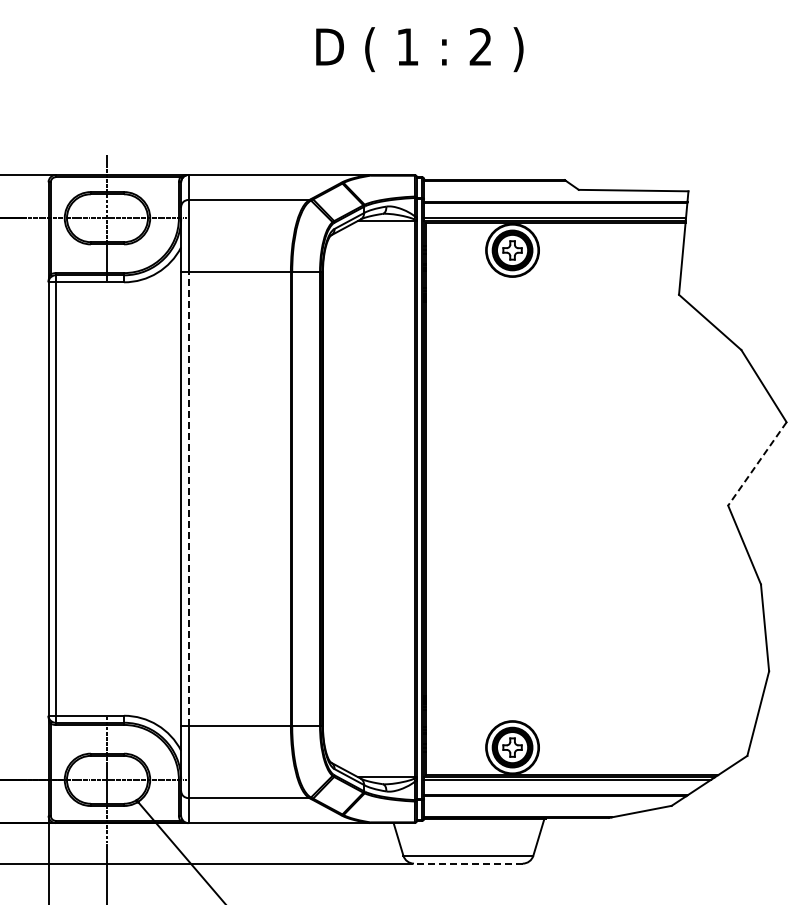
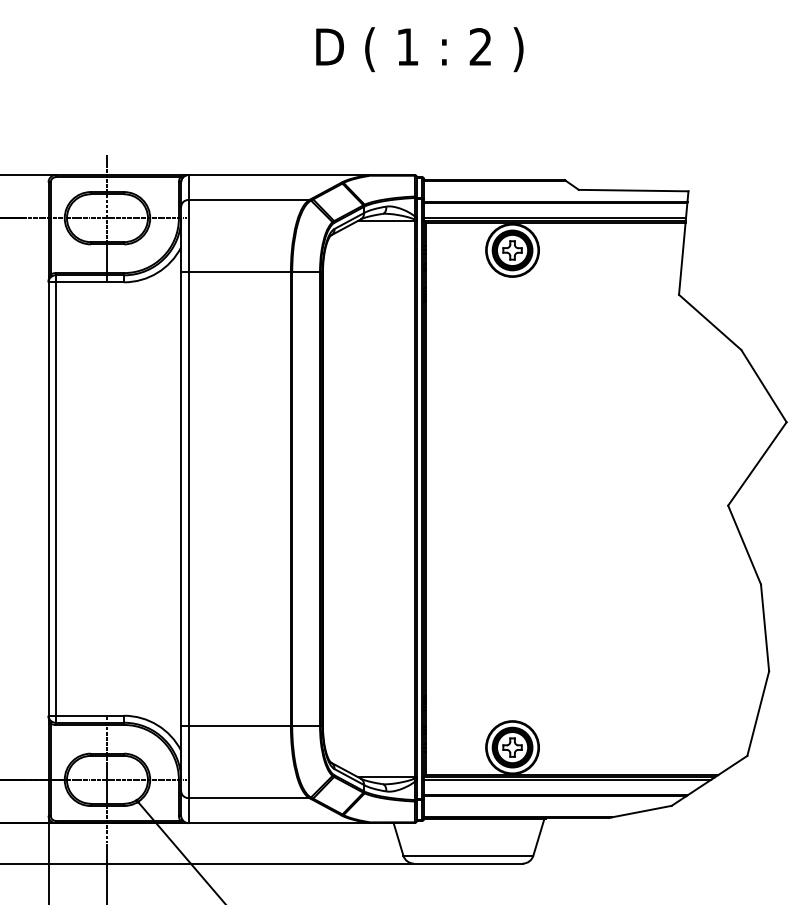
line at (757, 463): dashed -> solid
line at (188, 499): dashed -> solid
line at (467, 863): dashed -> solid
